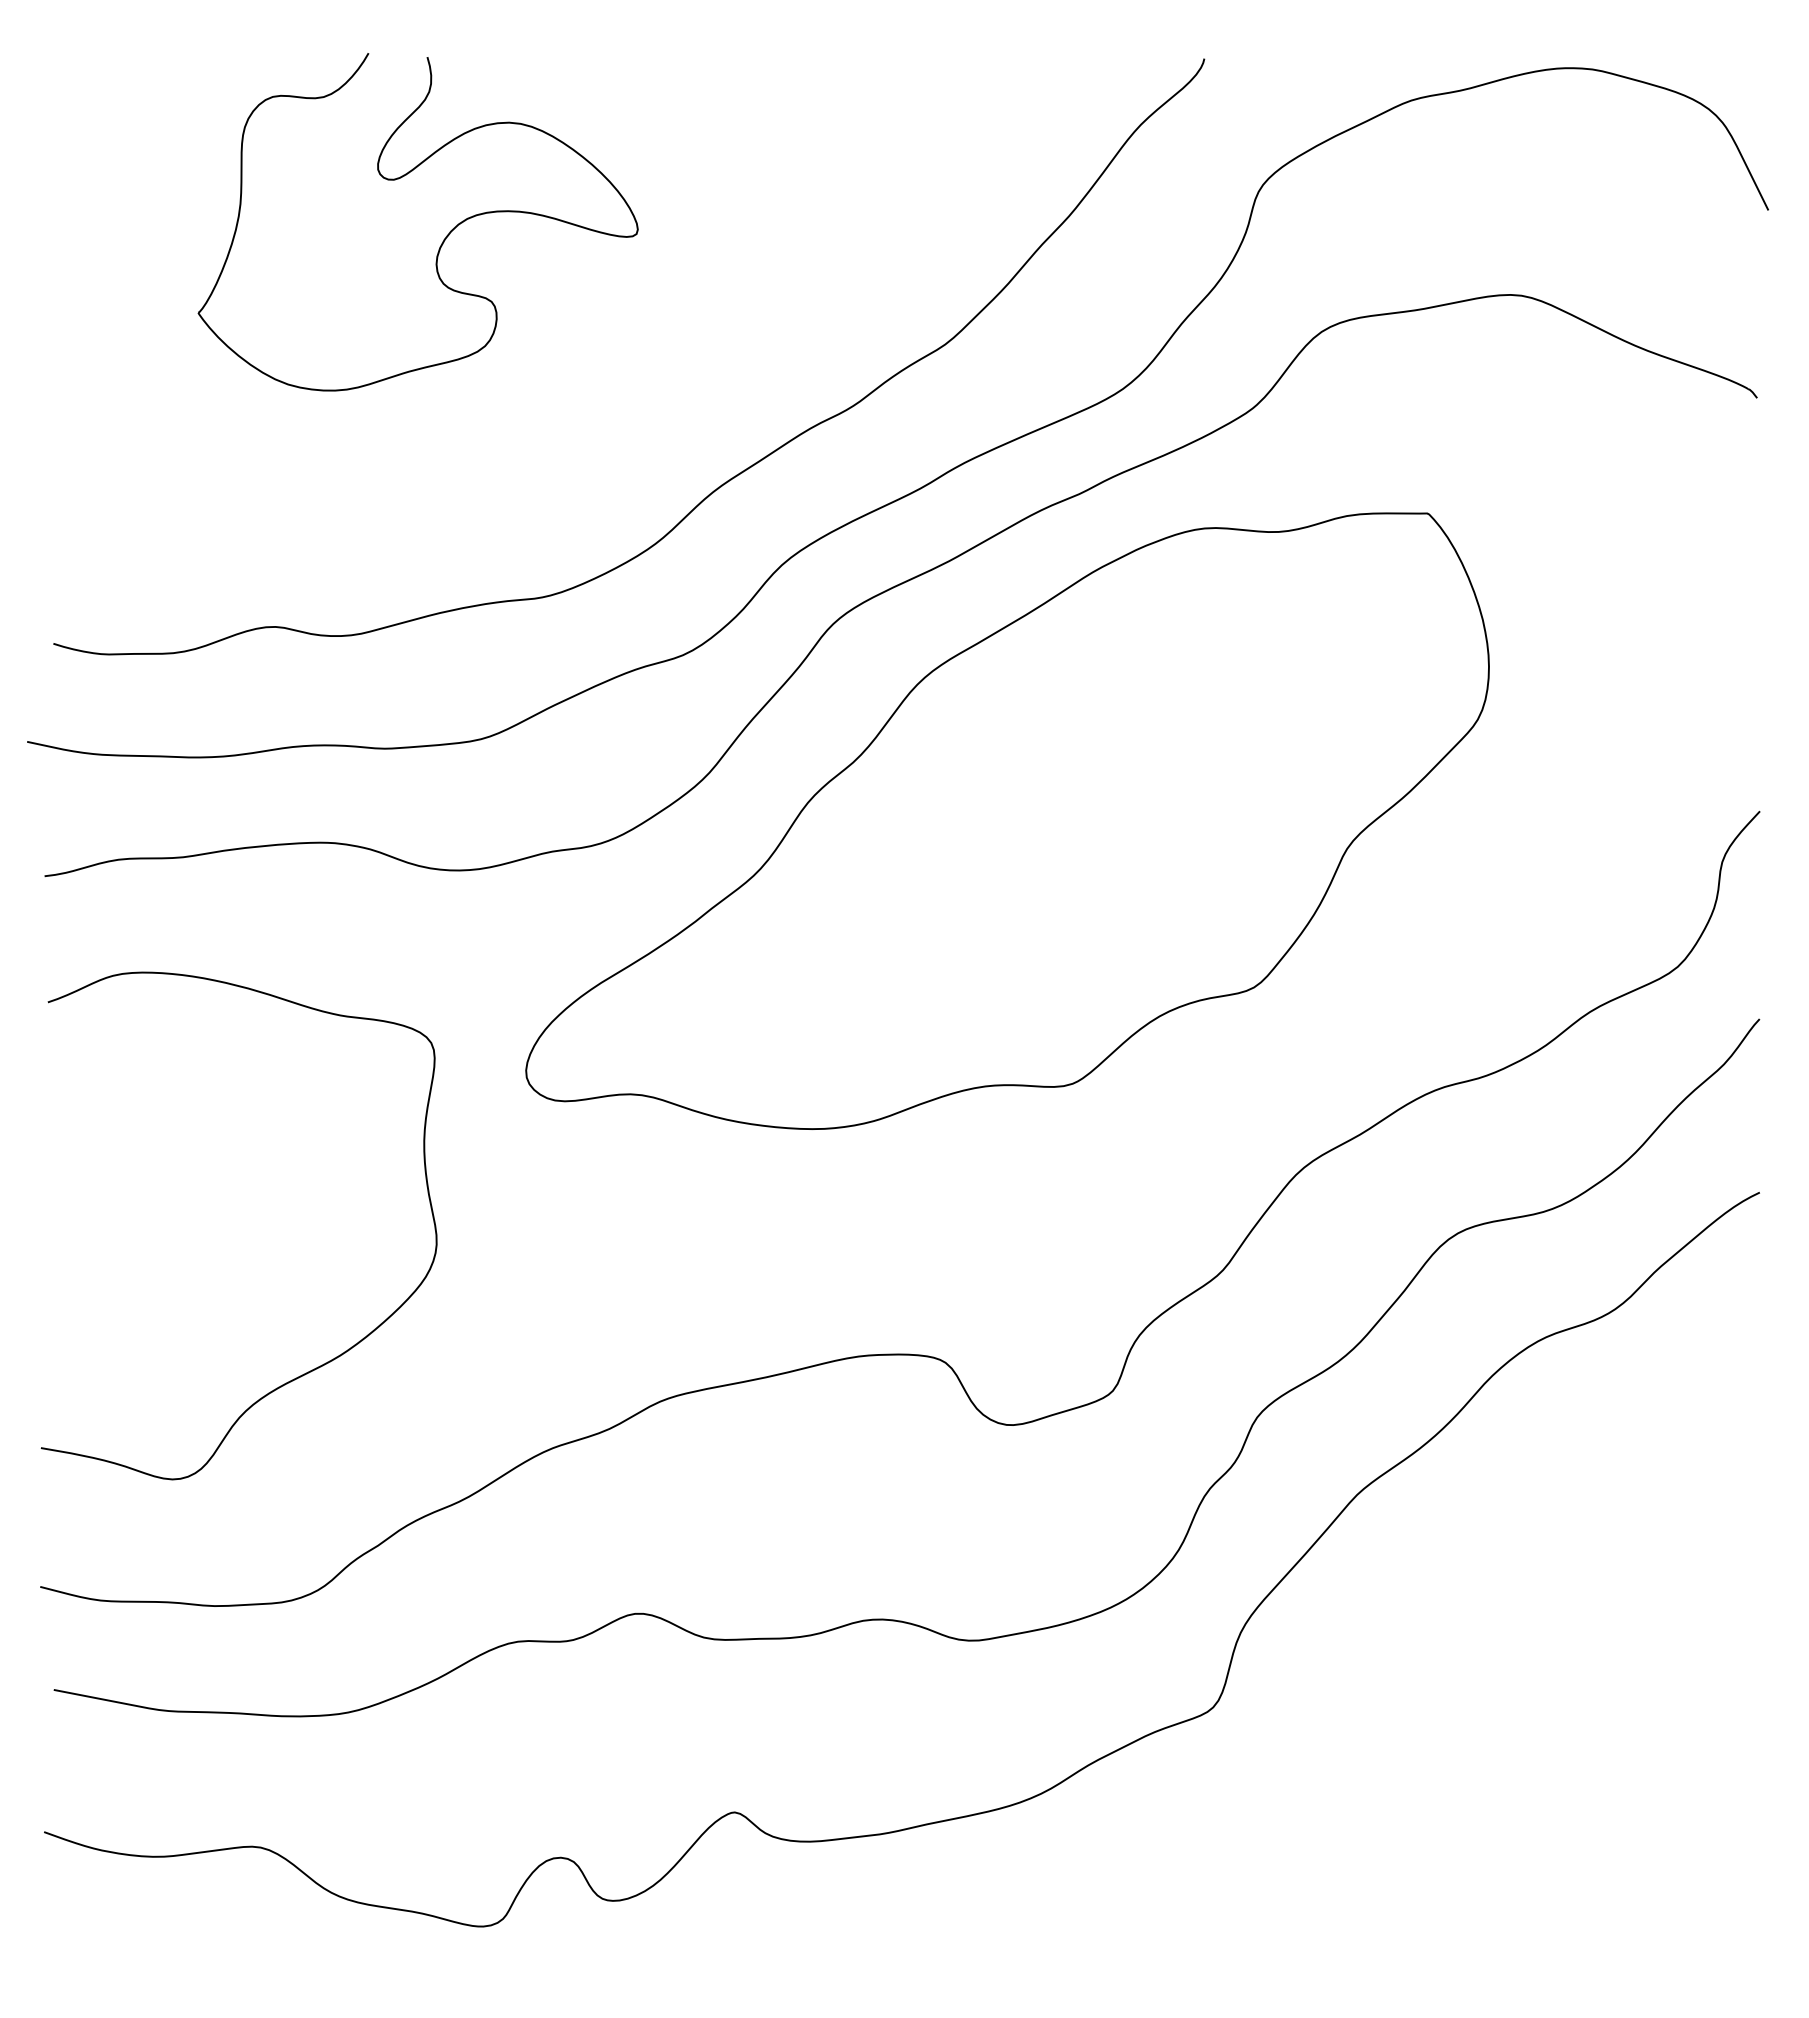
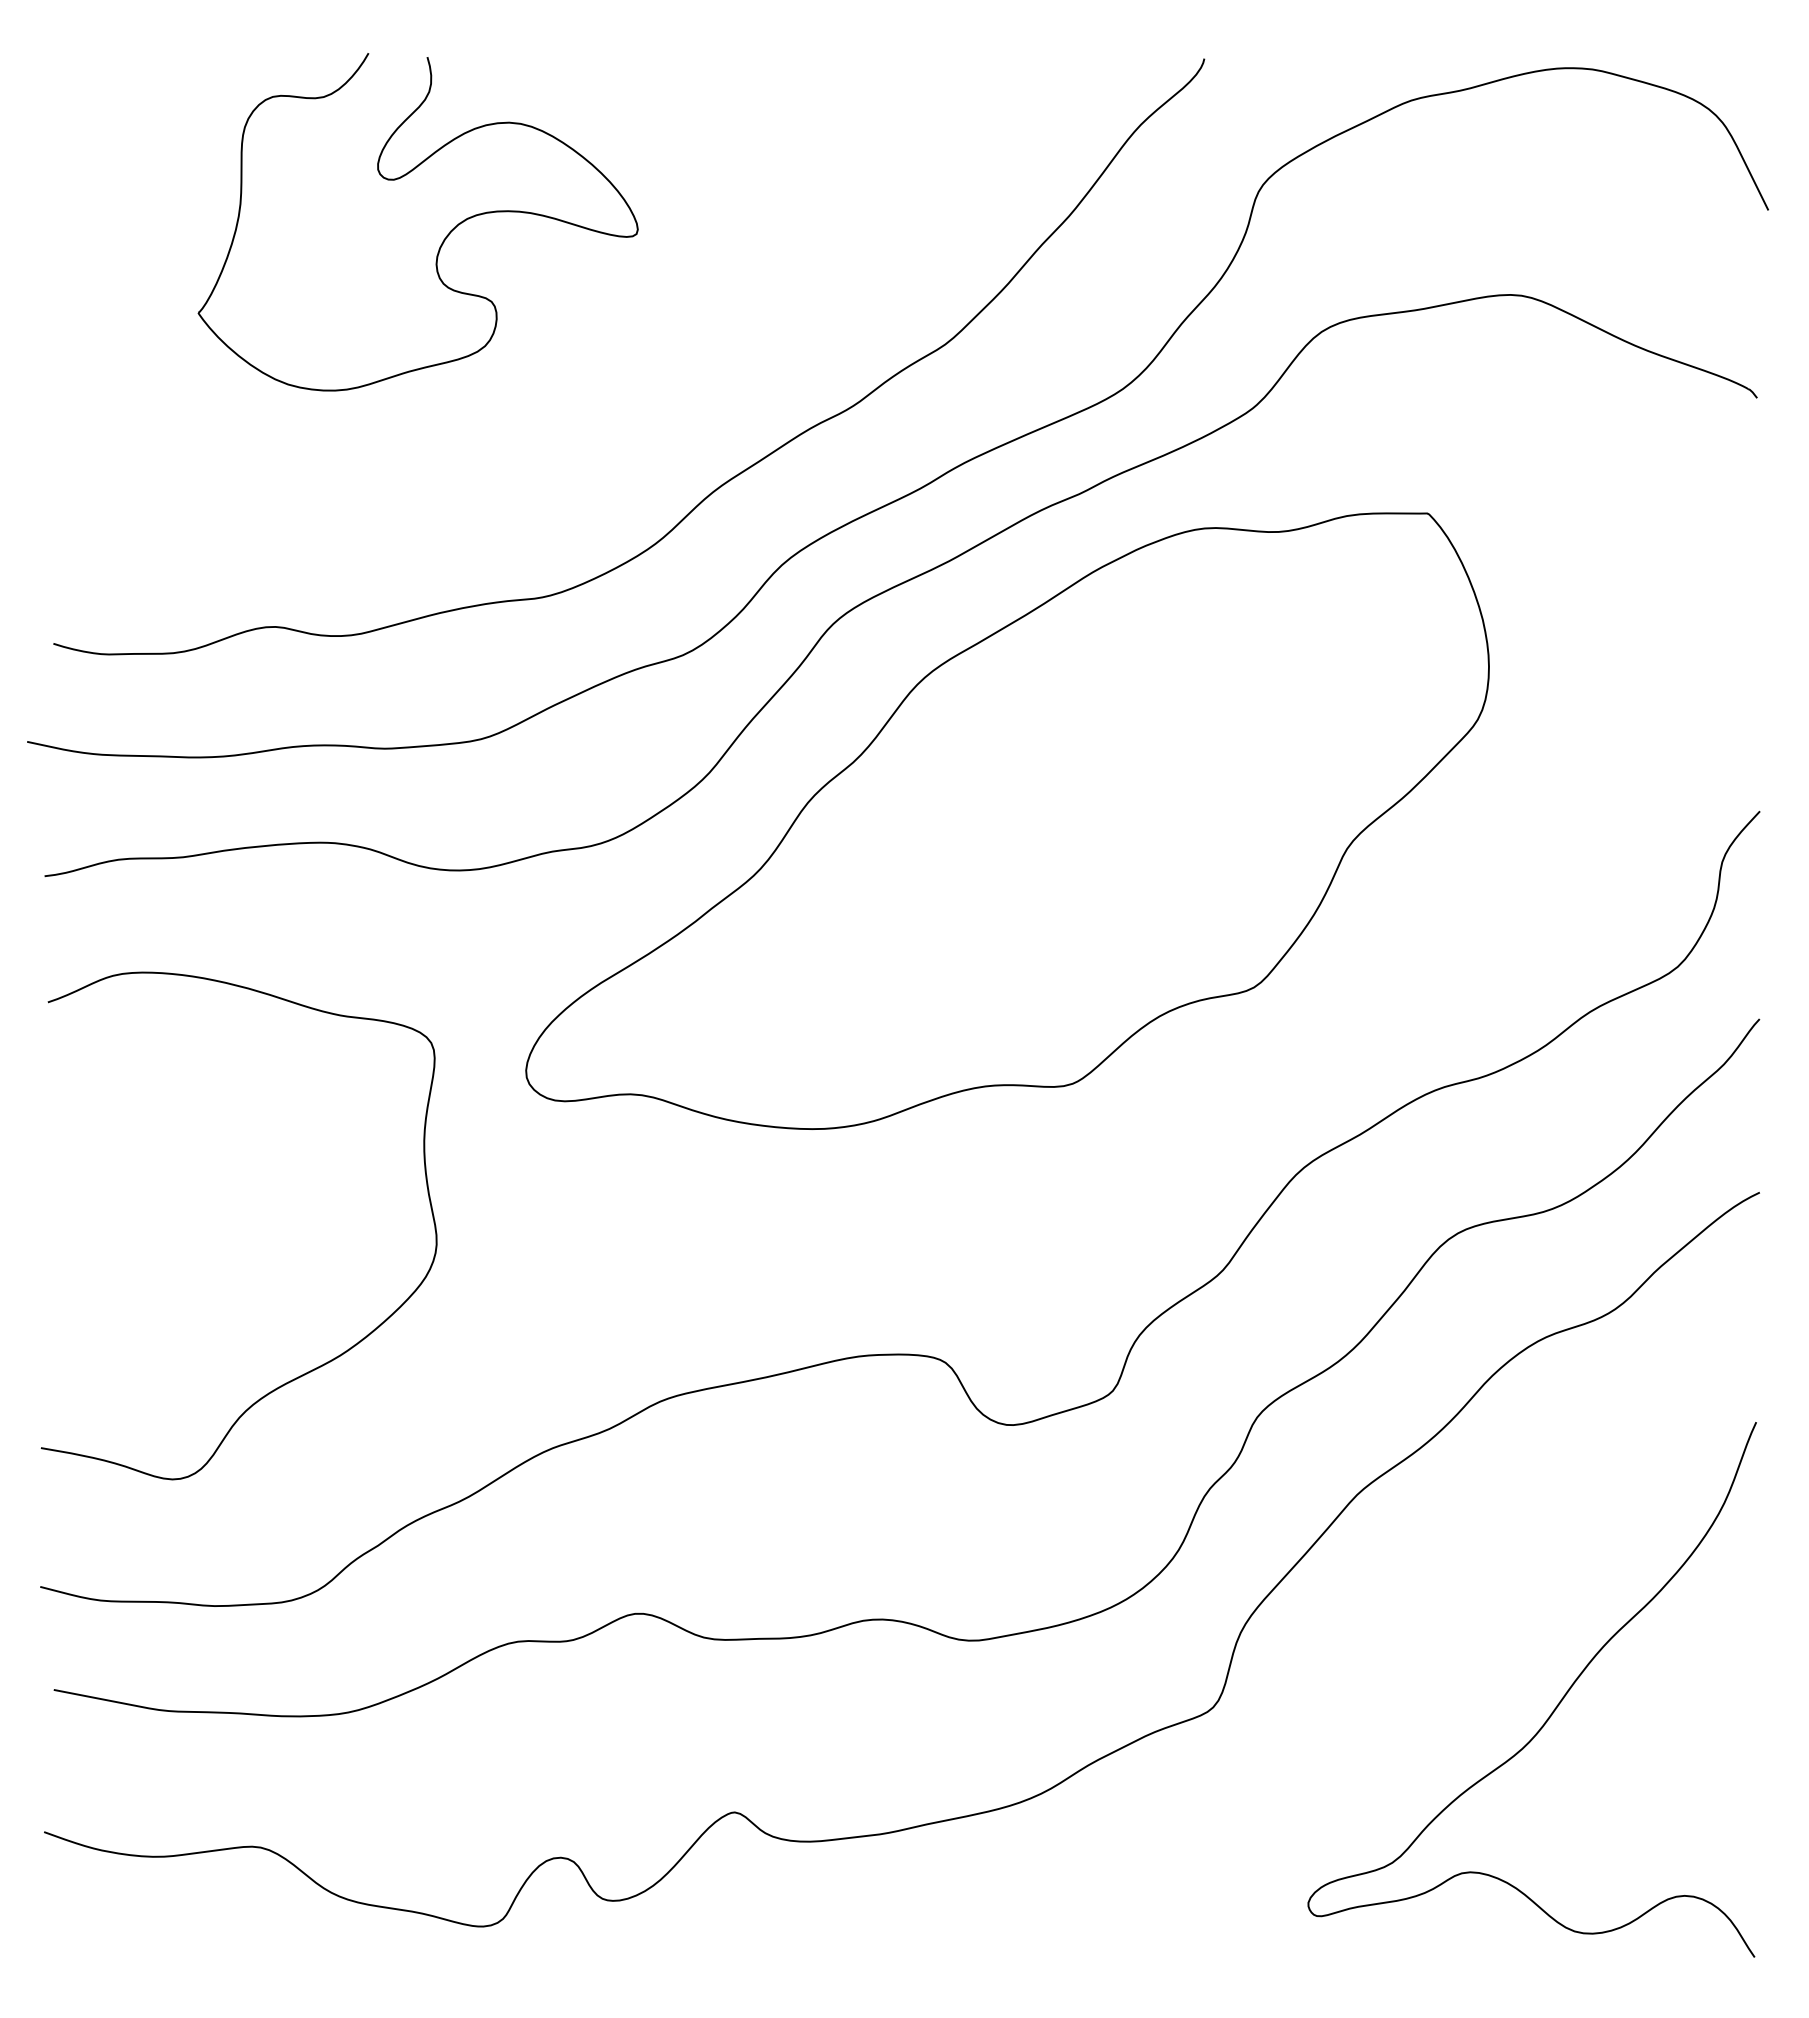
curve at (1556, 1705): none -> present
